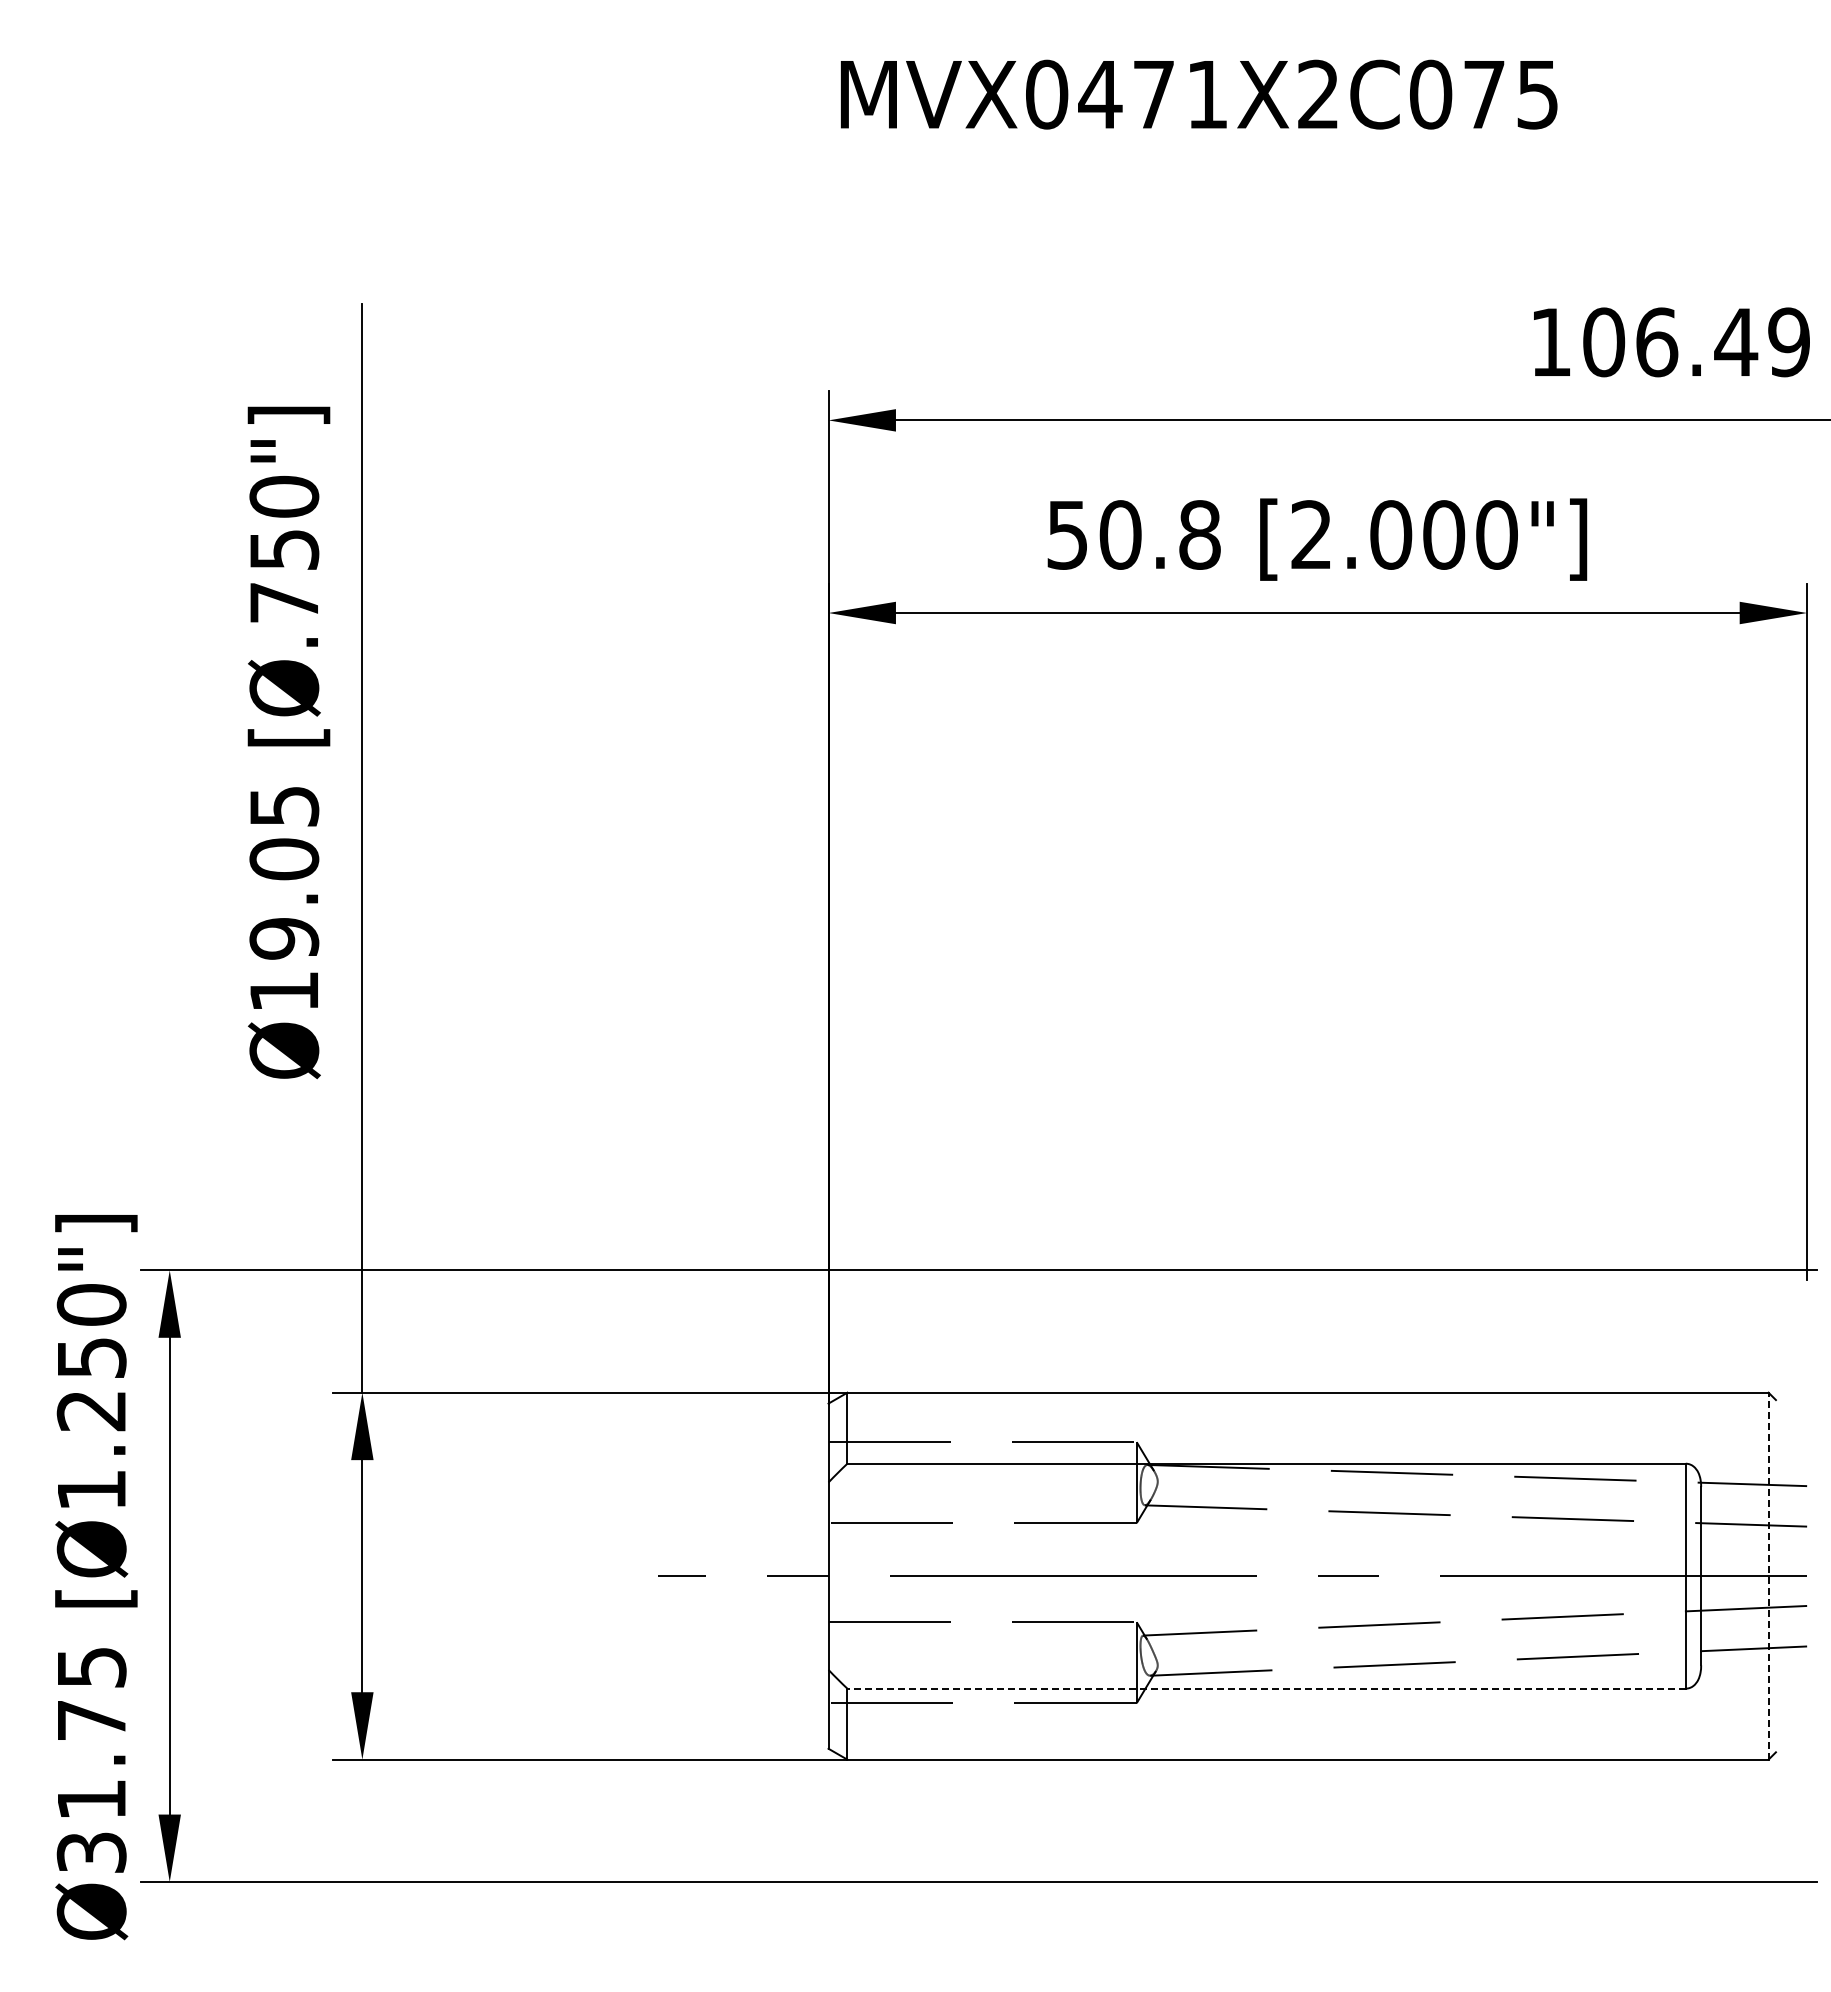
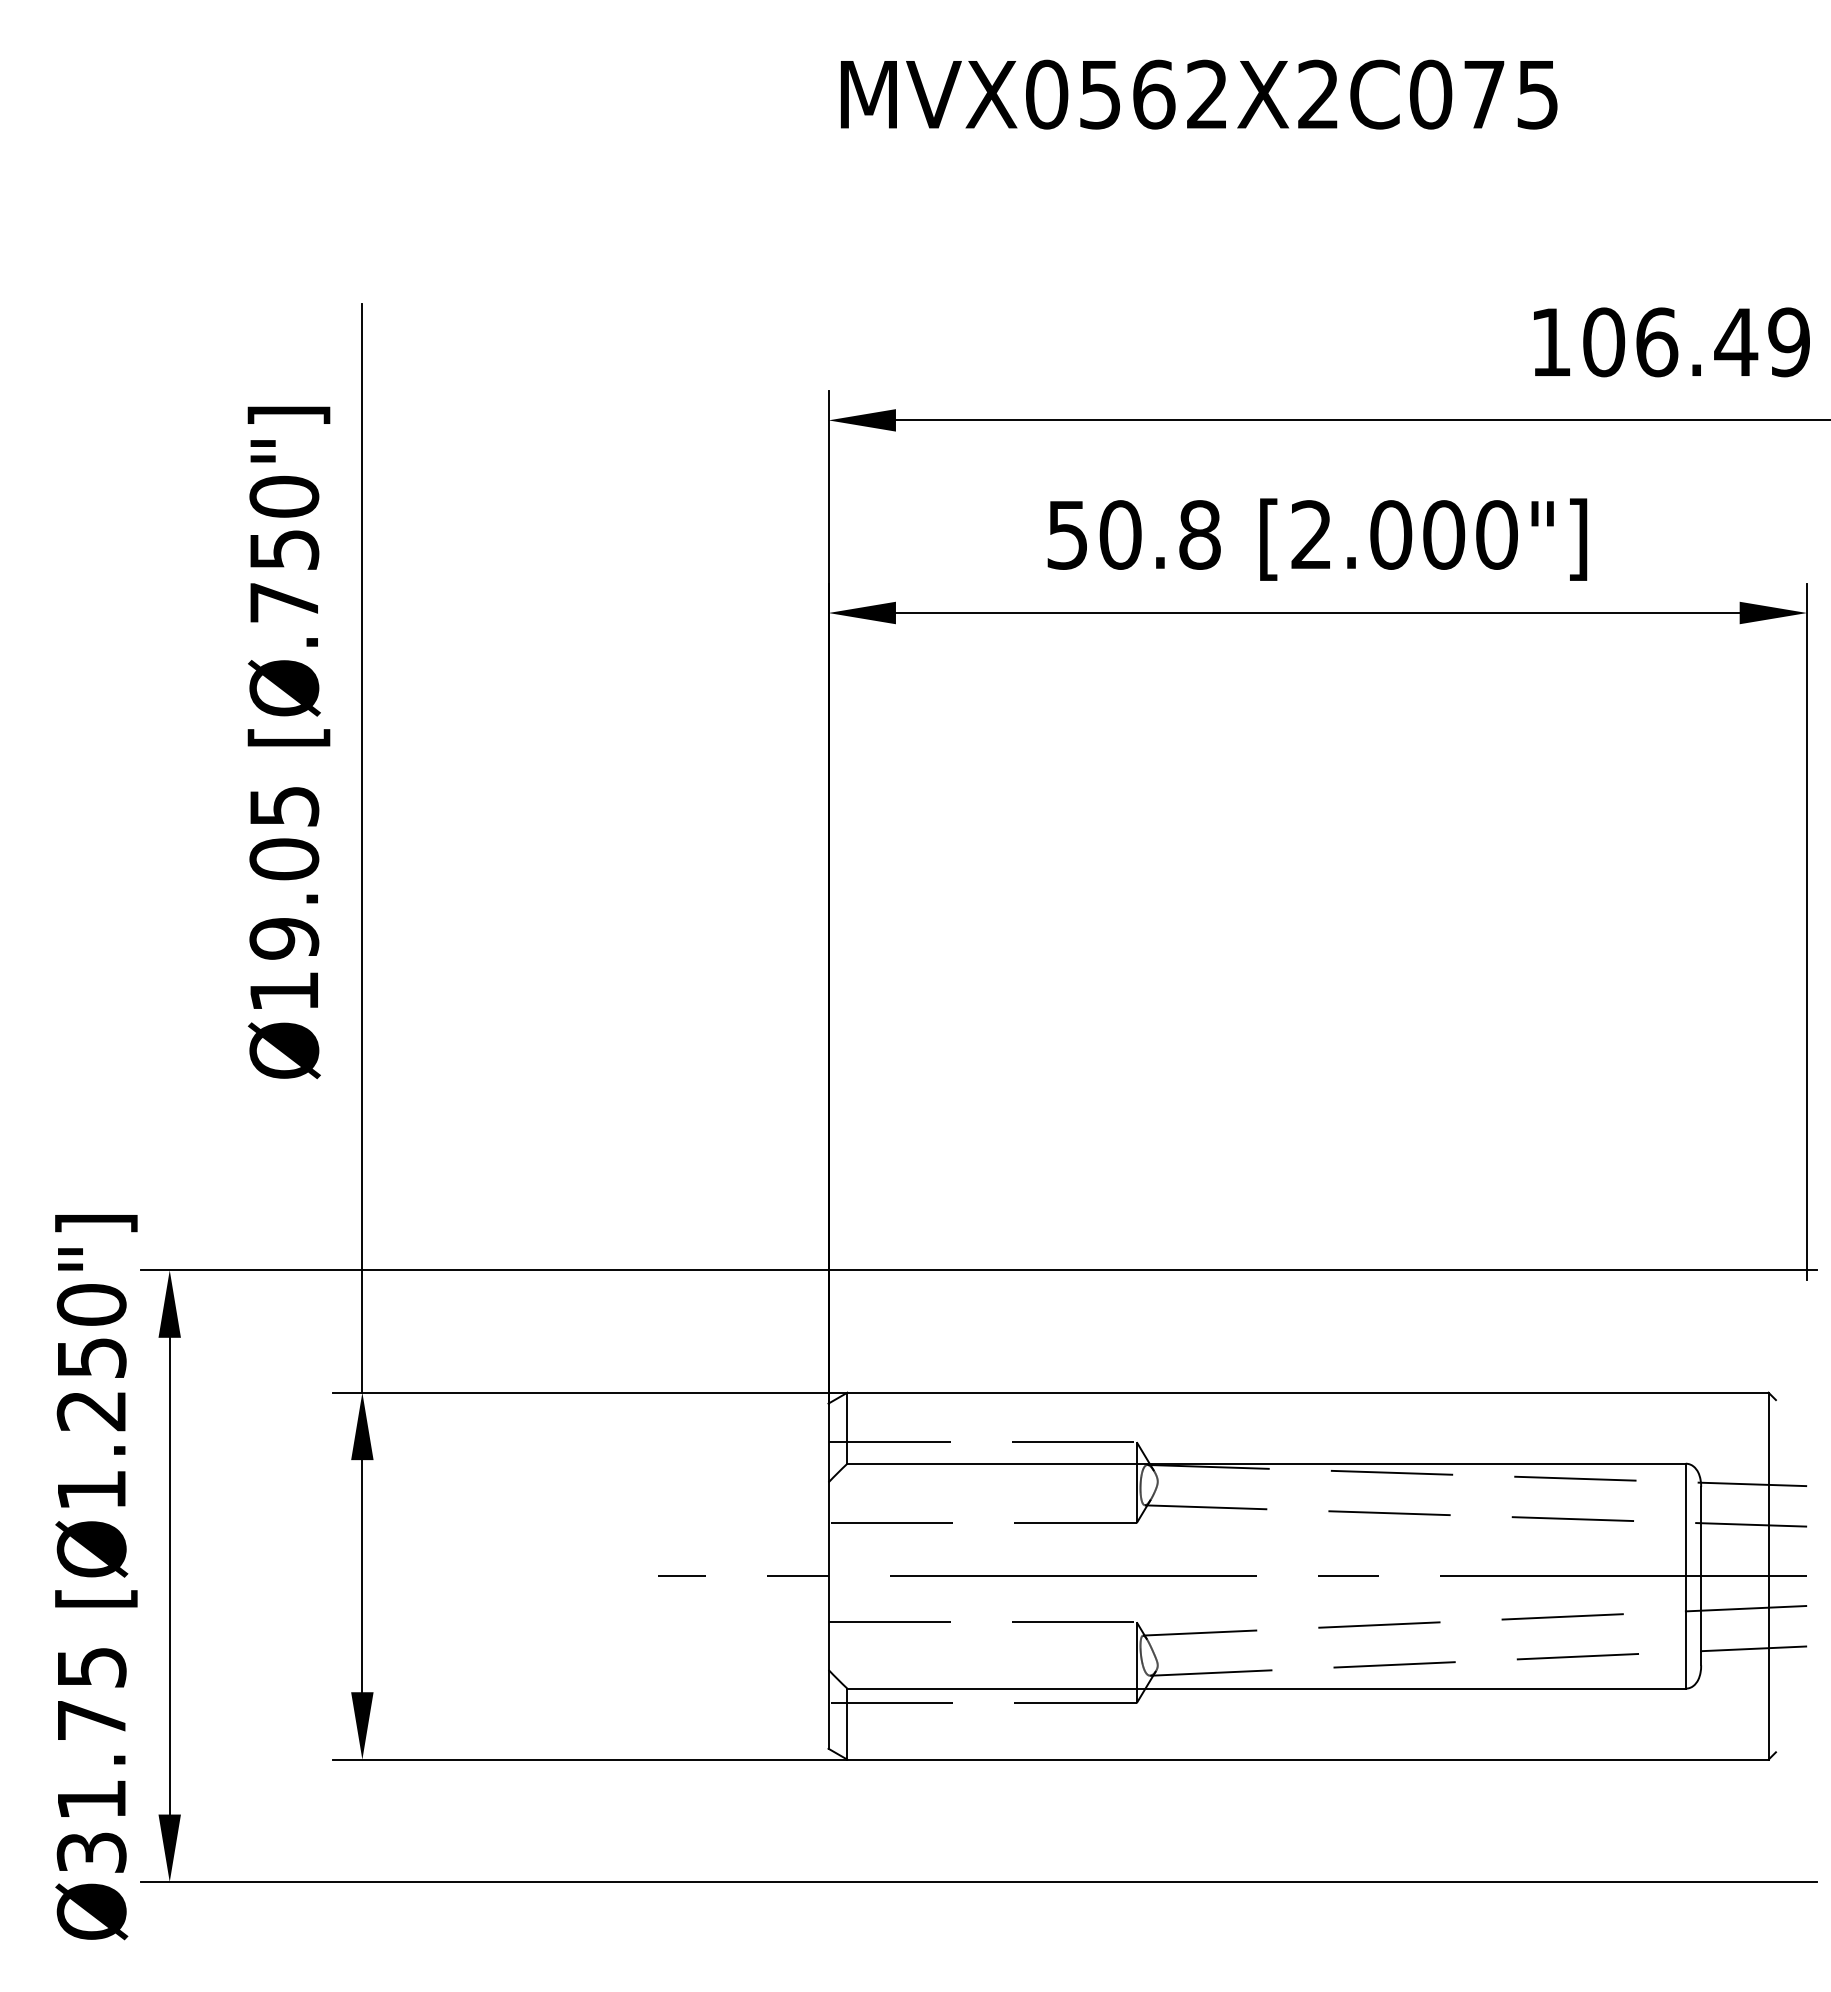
text at (1152, 94): MVX0471X2C075 -> MVX0562X2C075
line at (1768, 1575): dashed -> solid
line at (1266, 1688): dashed -> solid
